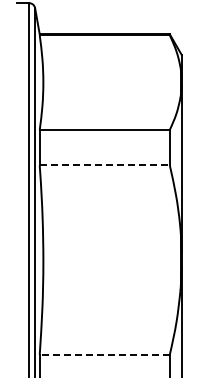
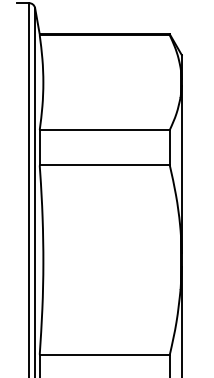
line at (105, 165): dashed -> solid
line at (104, 354): dashed -> solid
